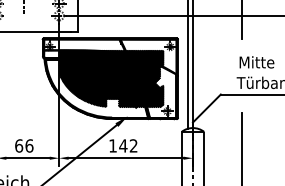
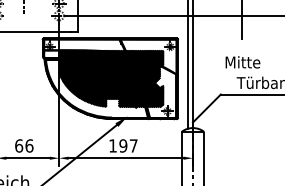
text at (256, 62) position: (256, 62) -> (242, 62)
text at (128, 145): 142 -> 197
line at (242, 147): present -> none
